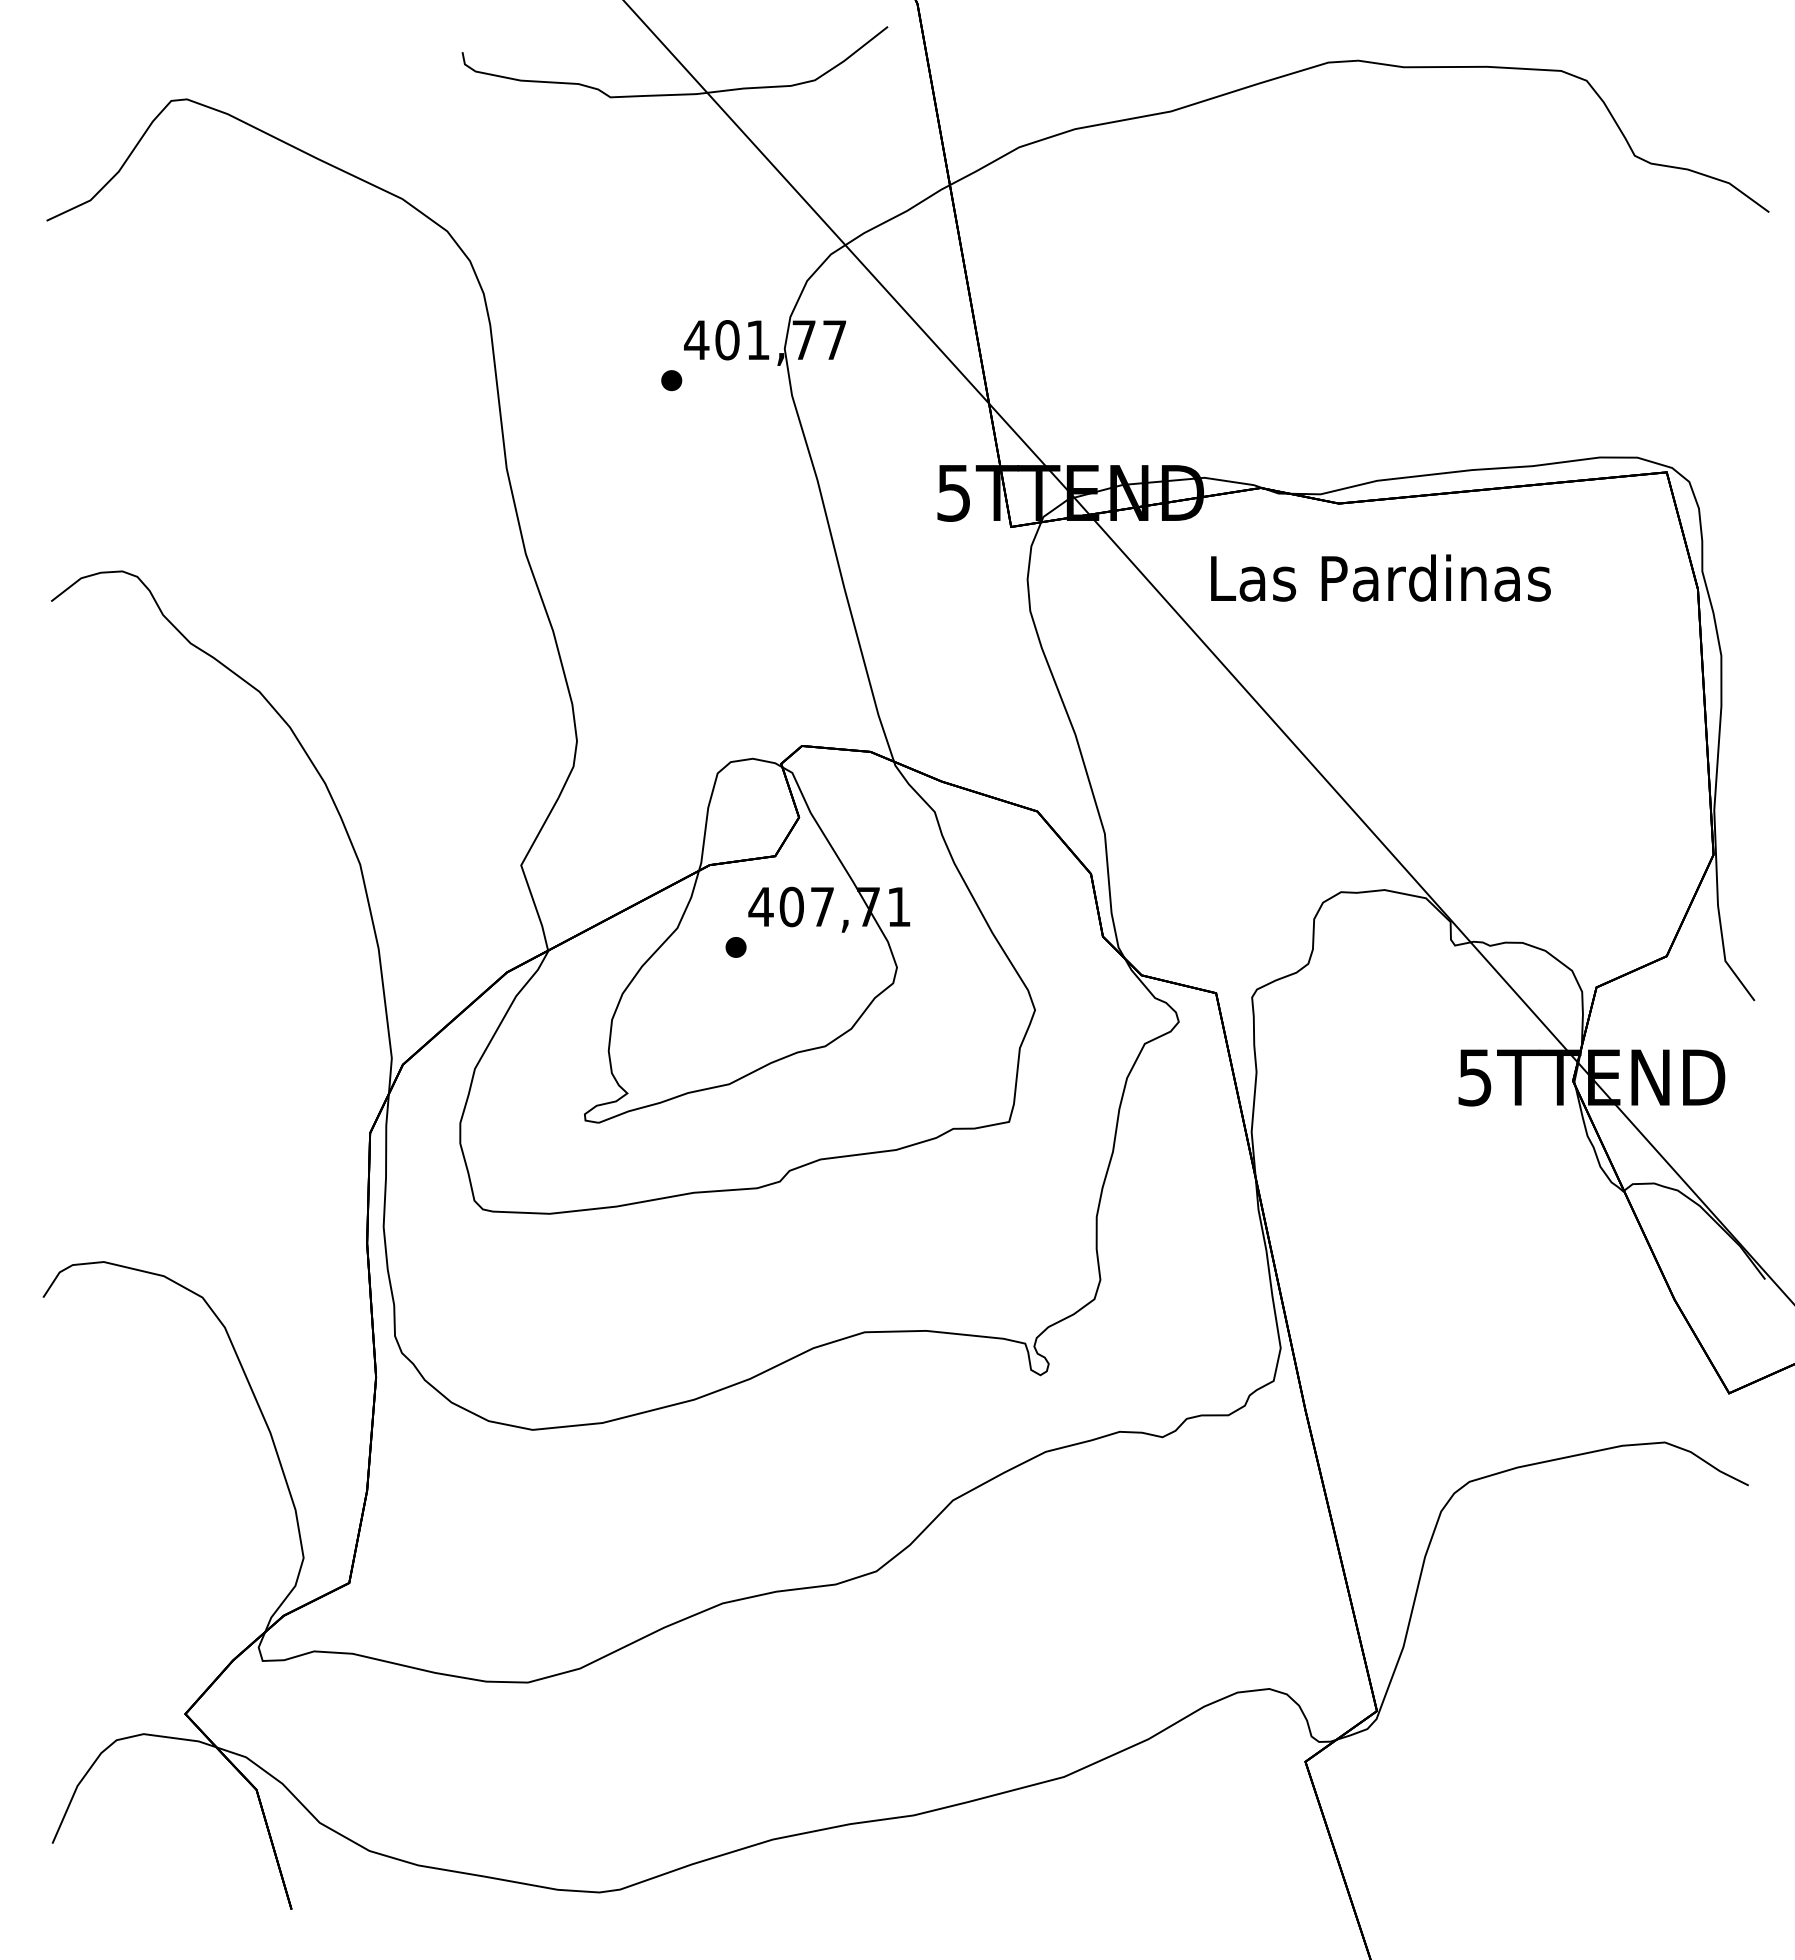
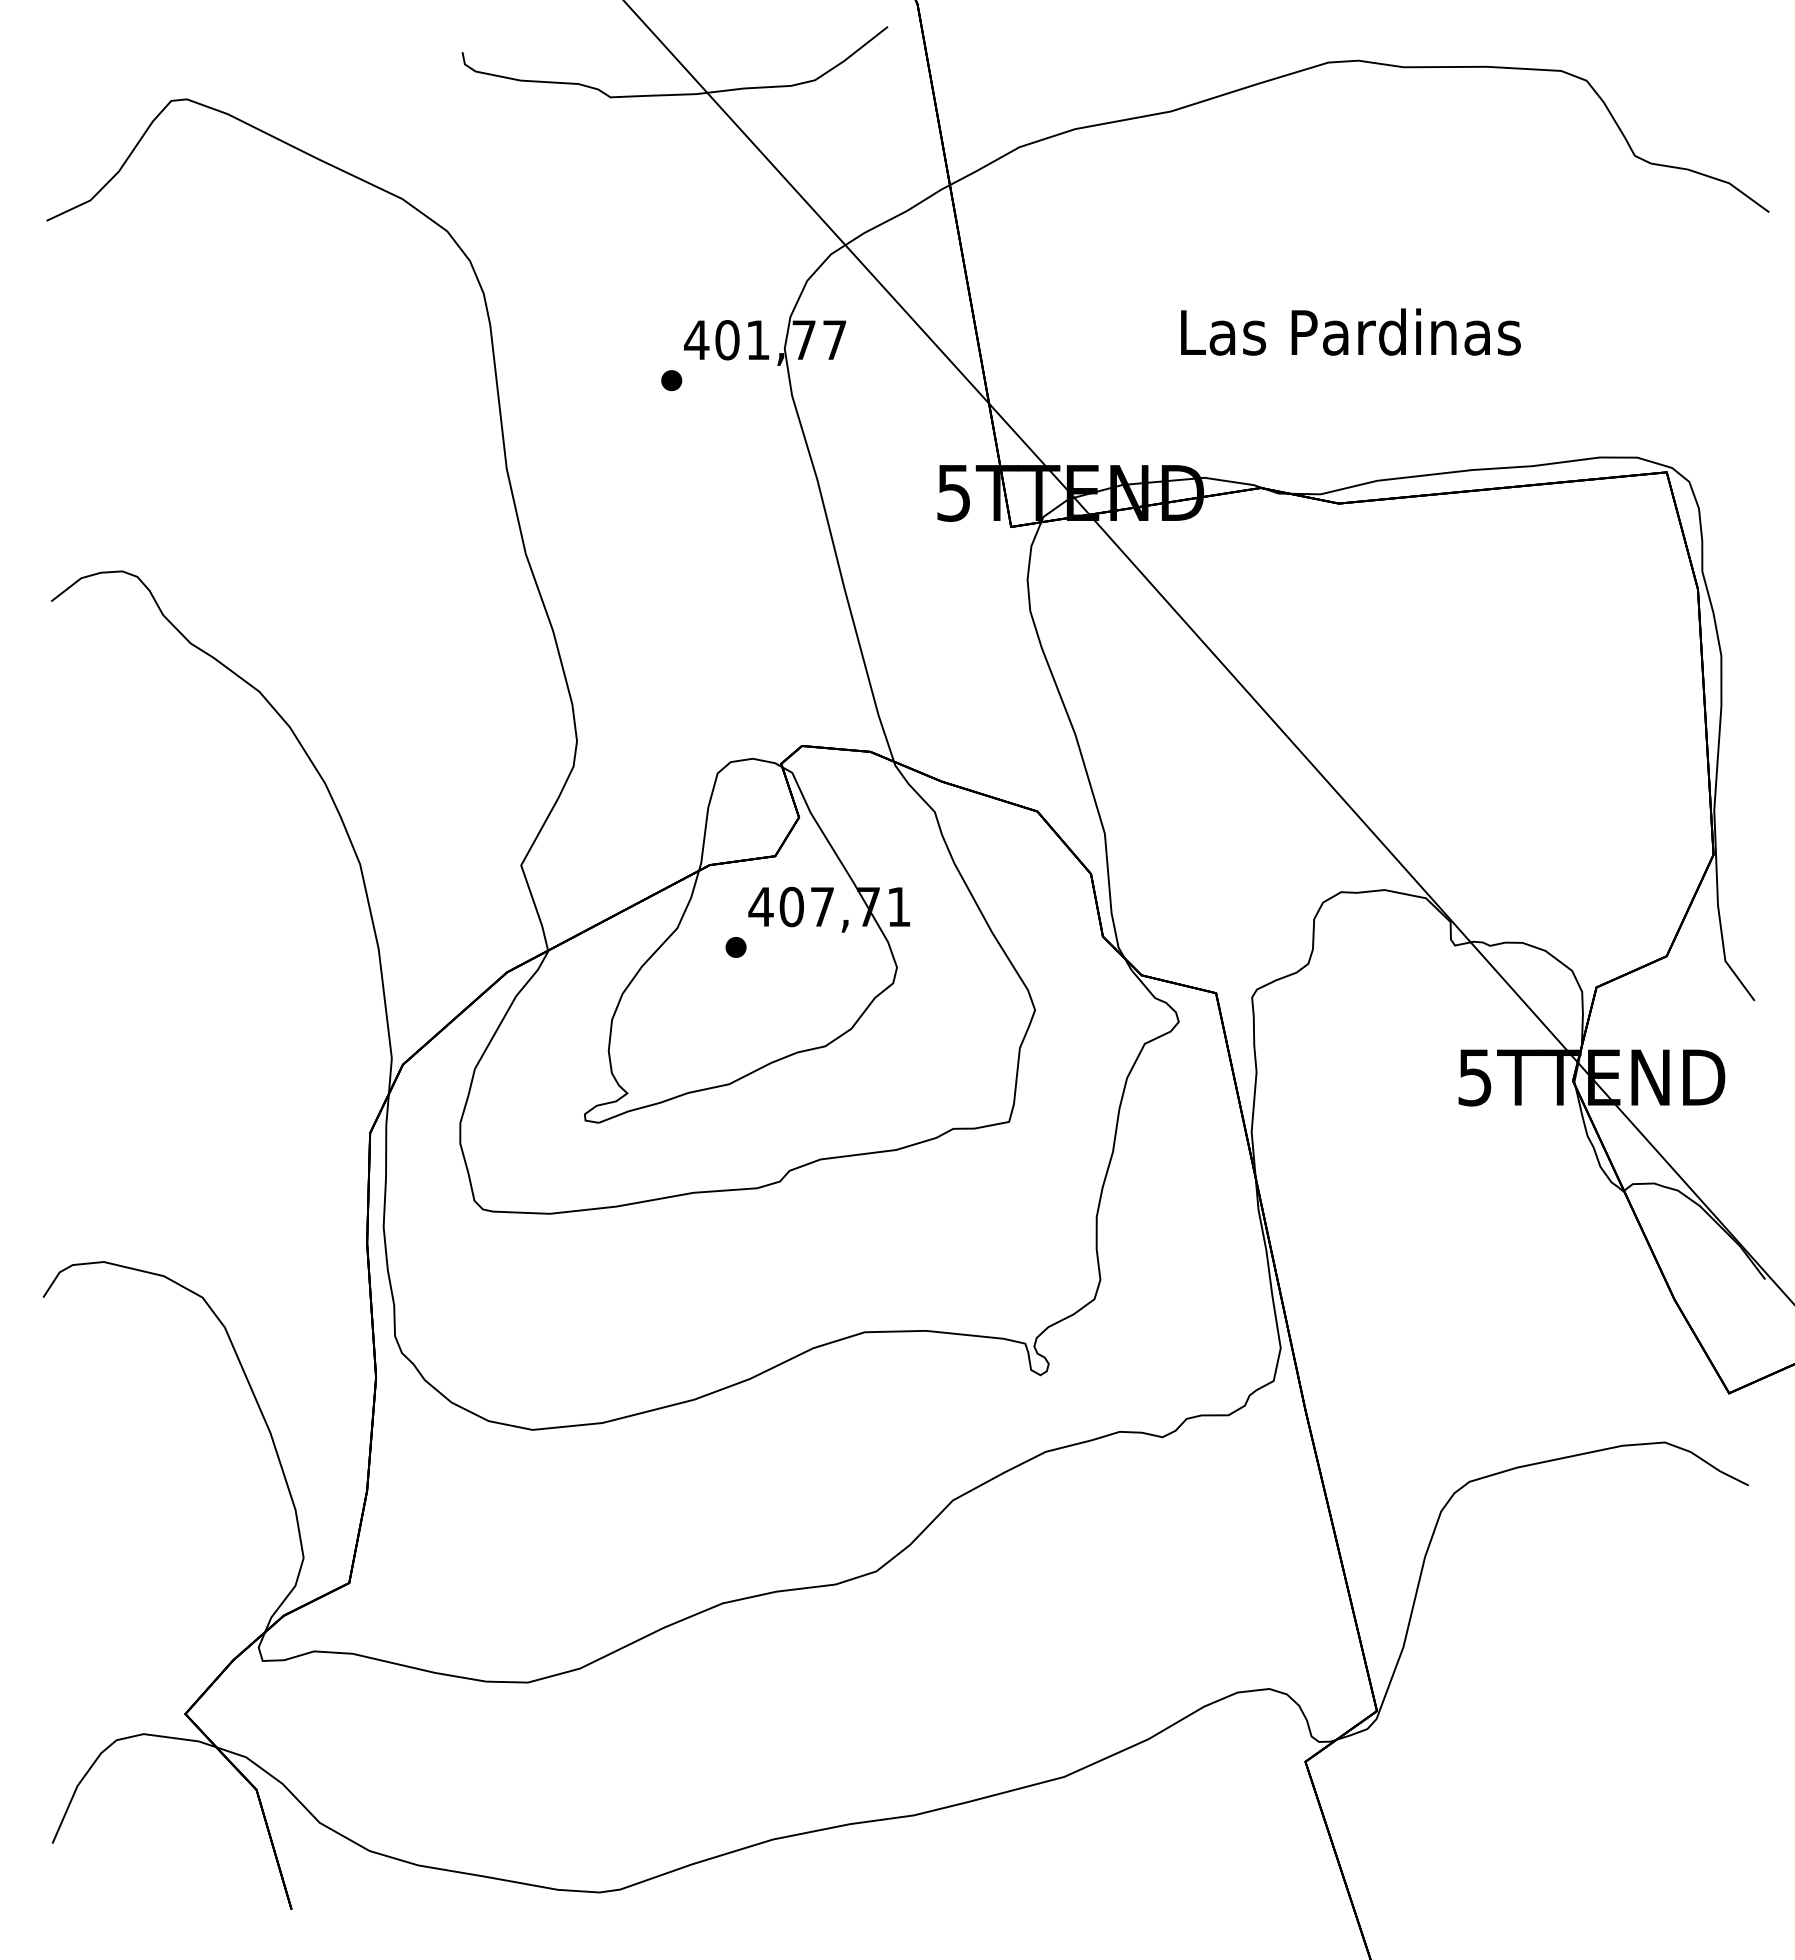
text at (1380, 577) position: (1380, 577) -> (1350, 331)
